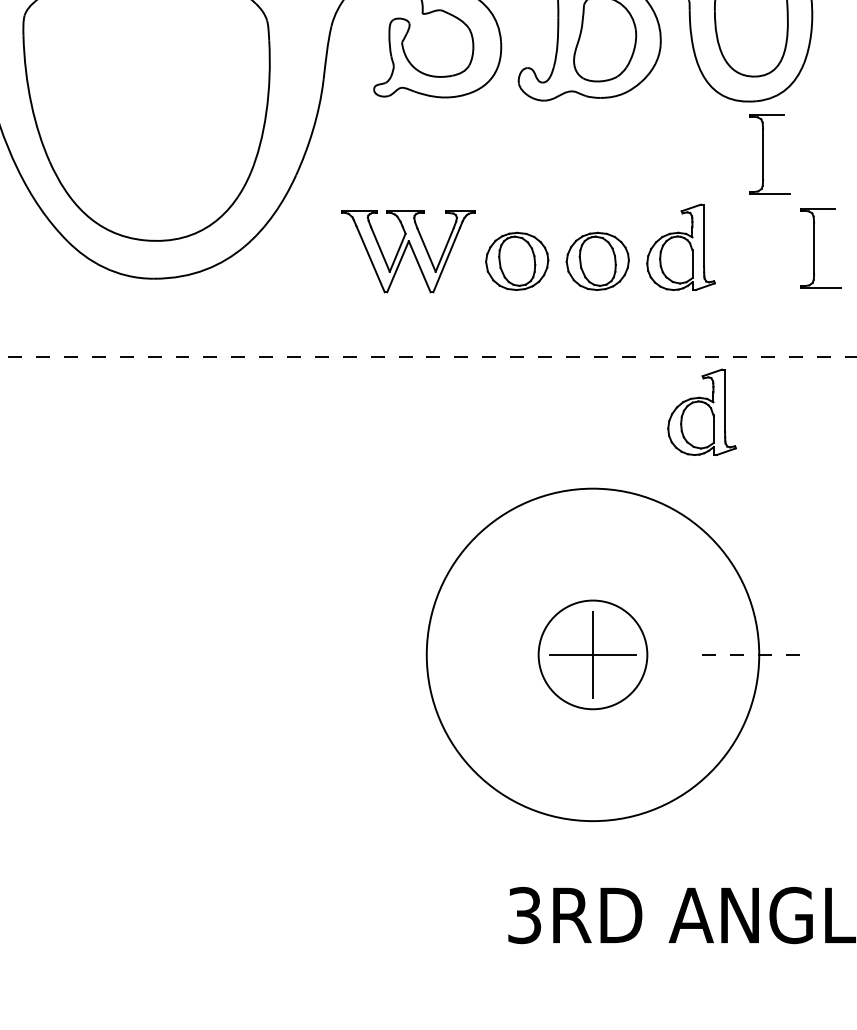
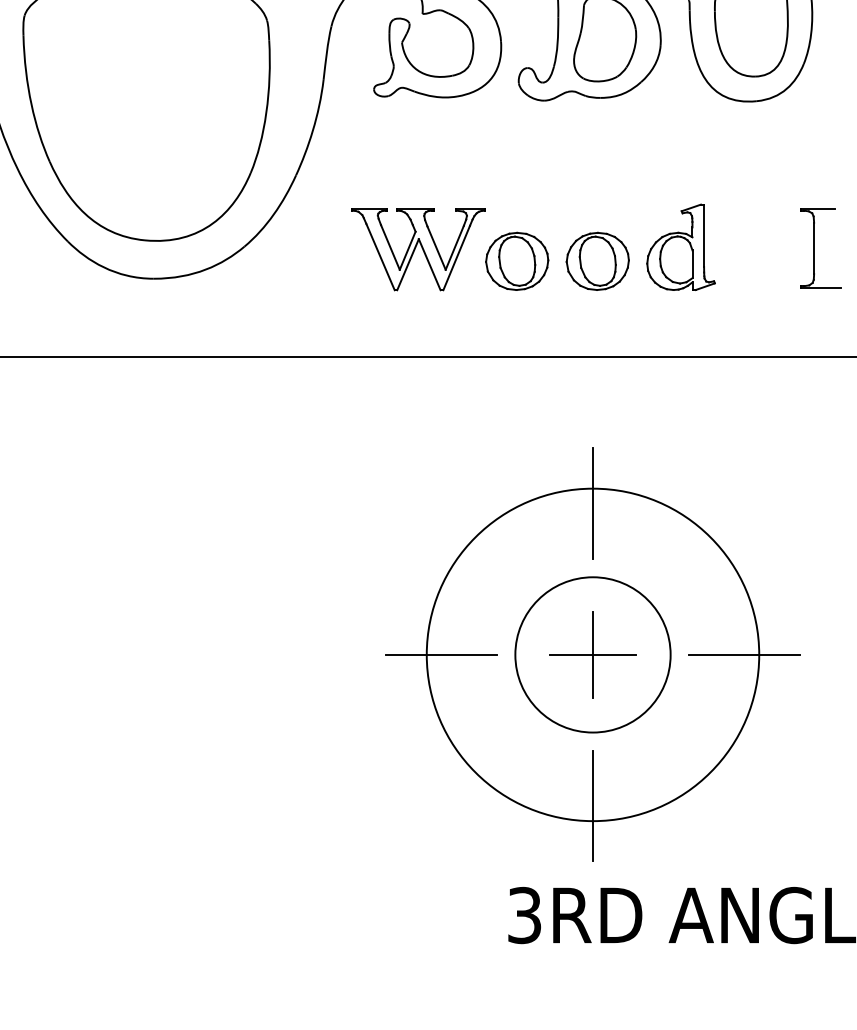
part at (769, 154): present -> none
part at (408, 251) position: (408, 251) -> (418, 249)
line at (428, 357): dashed -> solid
part at (701, 411): present -> none
line at (593, 503): none -> present
line at (441, 654): none -> present
circle at (592, 654) diameter: 109 px -> 155 px
line at (743, 654): dashed -> solid
line at (593, 806): none -> present
